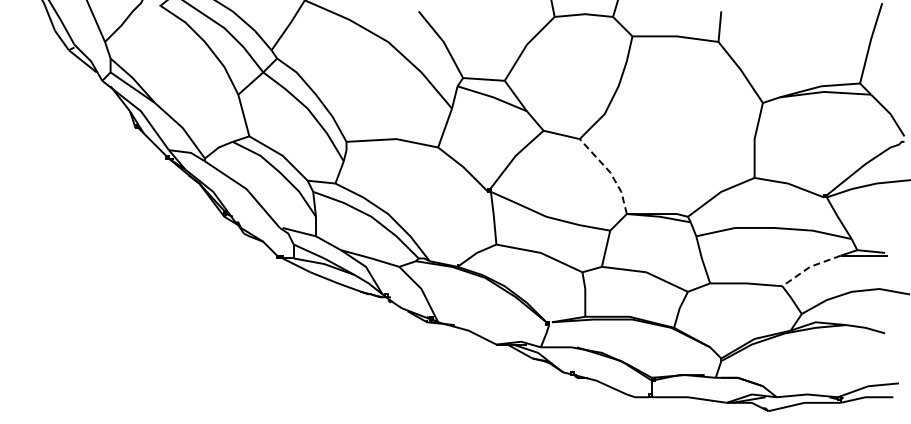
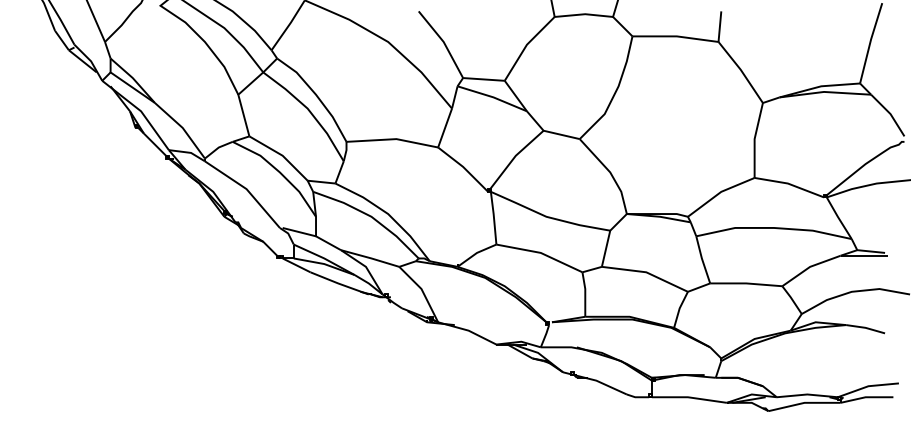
line at (610, 172): dashed -> solid
line at (810, 266): dashed -> solid
